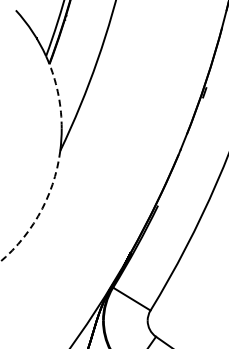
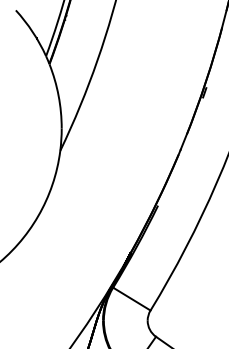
arc at (58, 95): dashed -> solid
arc at (40, 212): dashed -> solid
